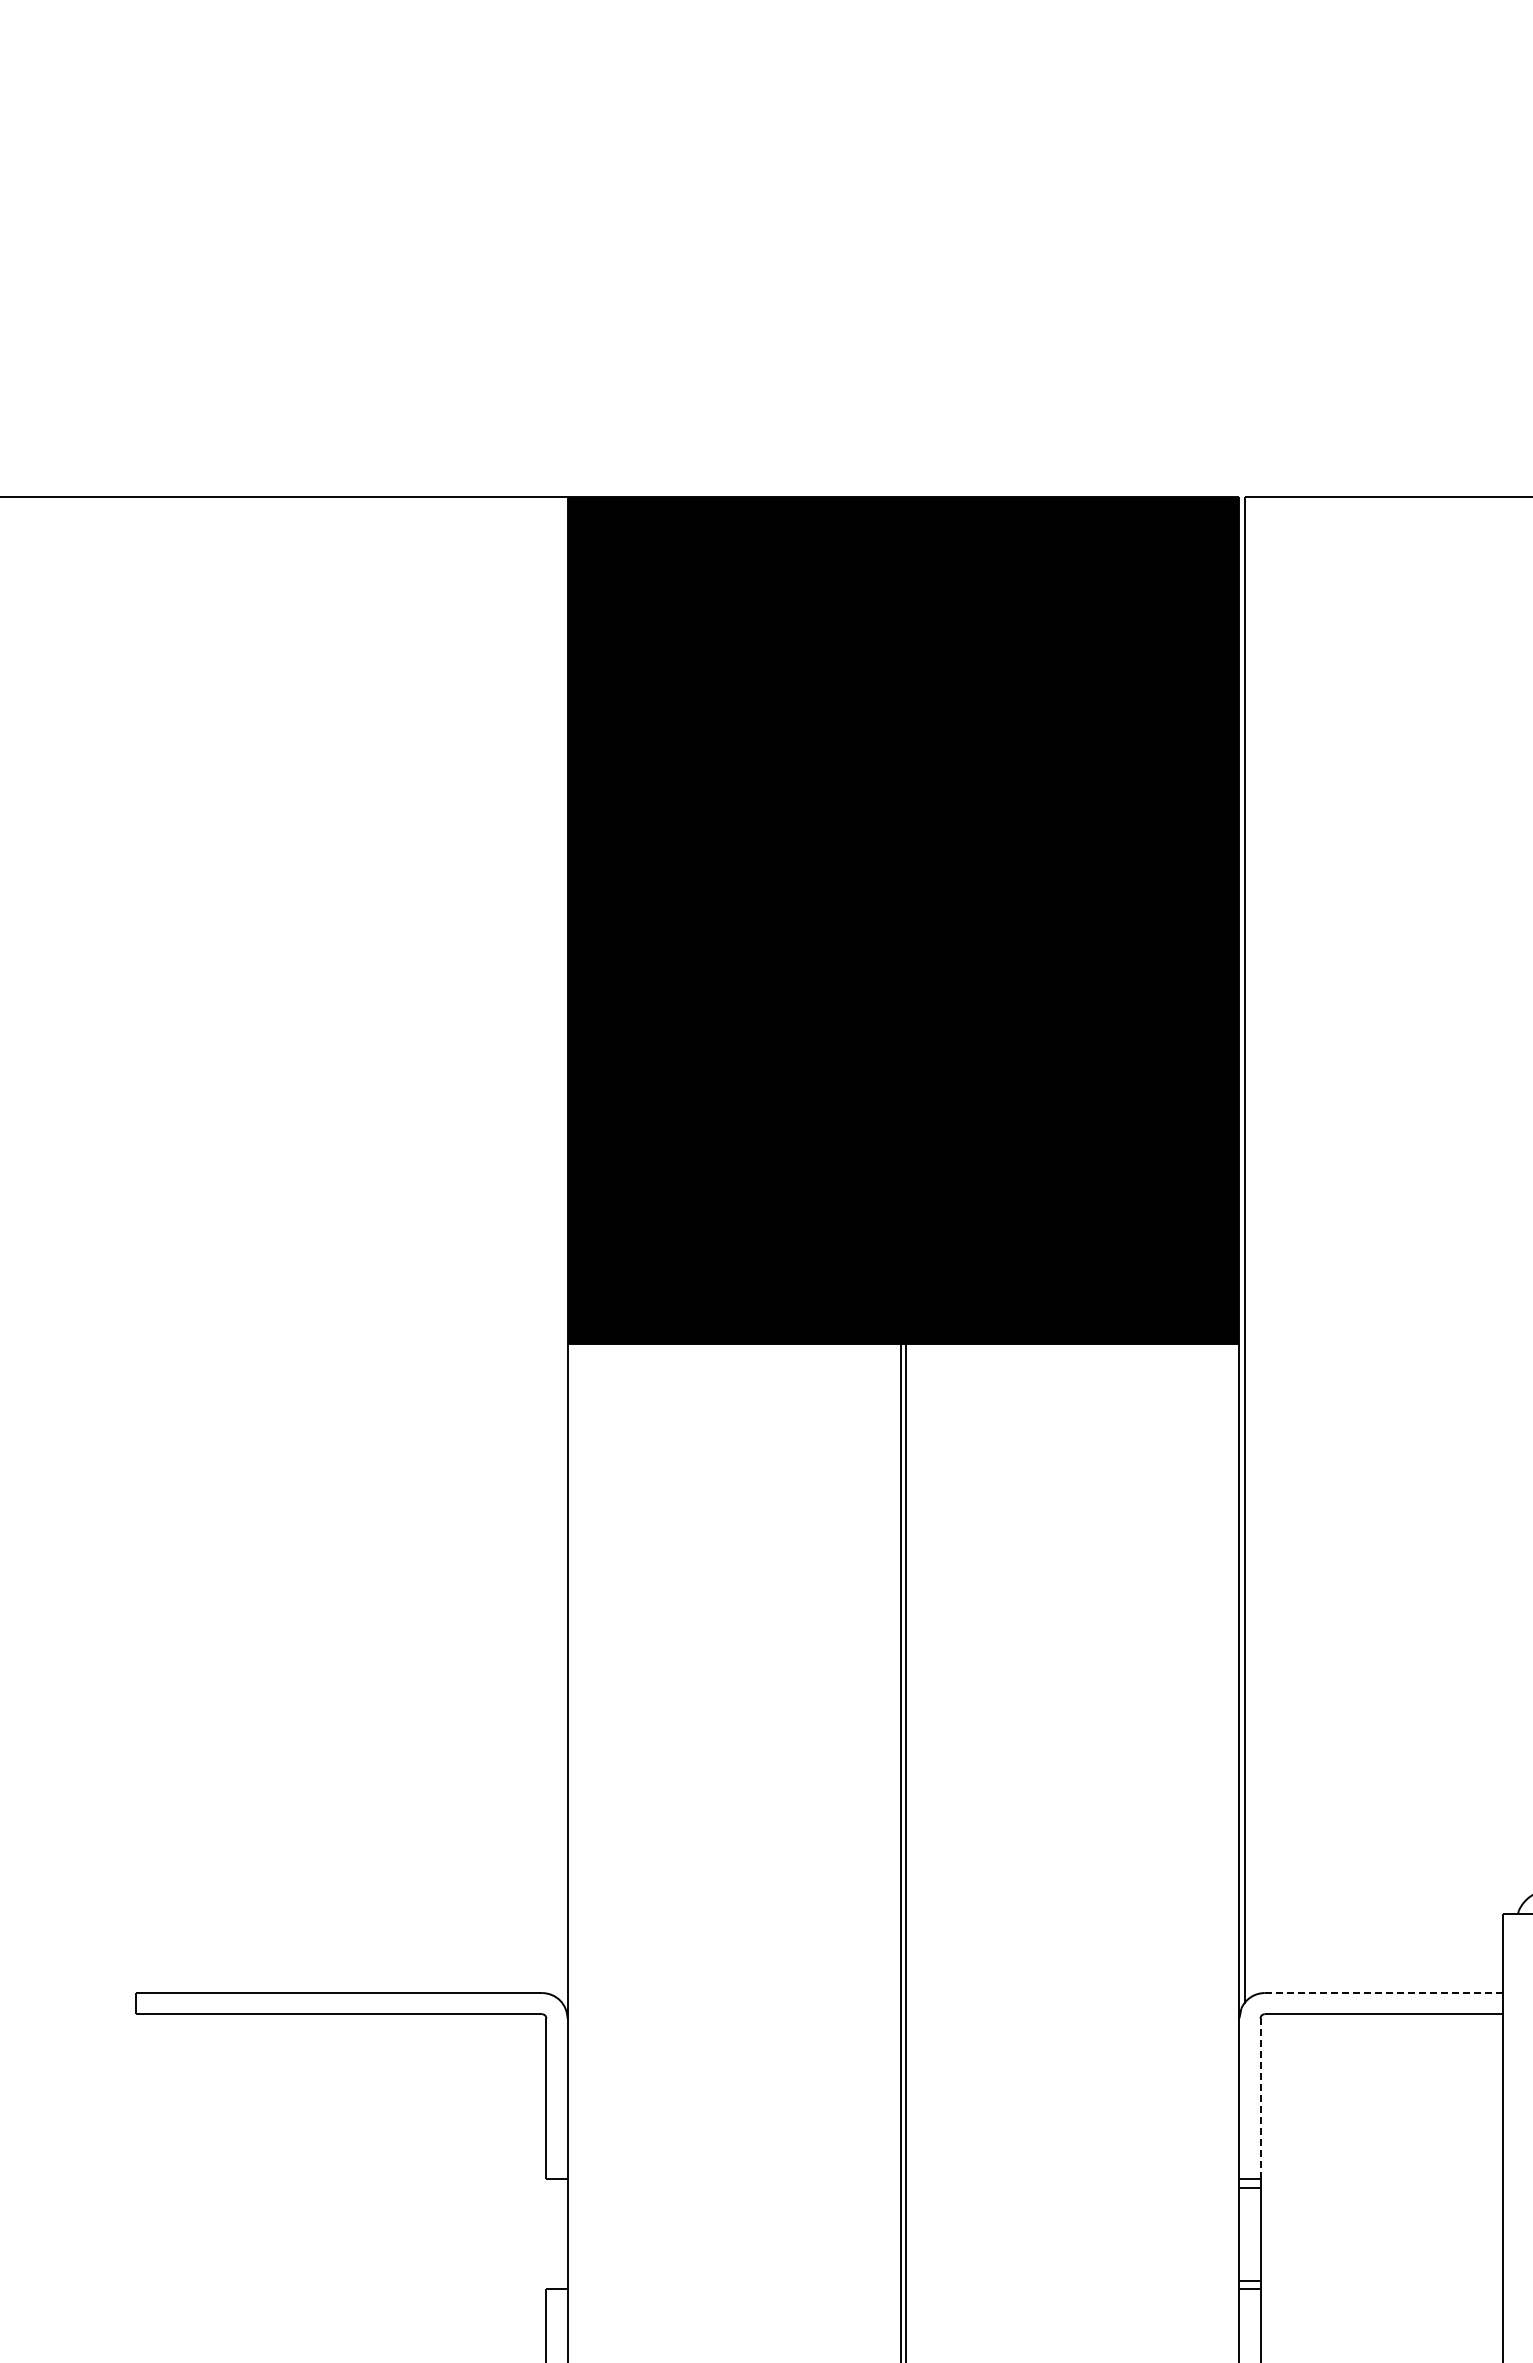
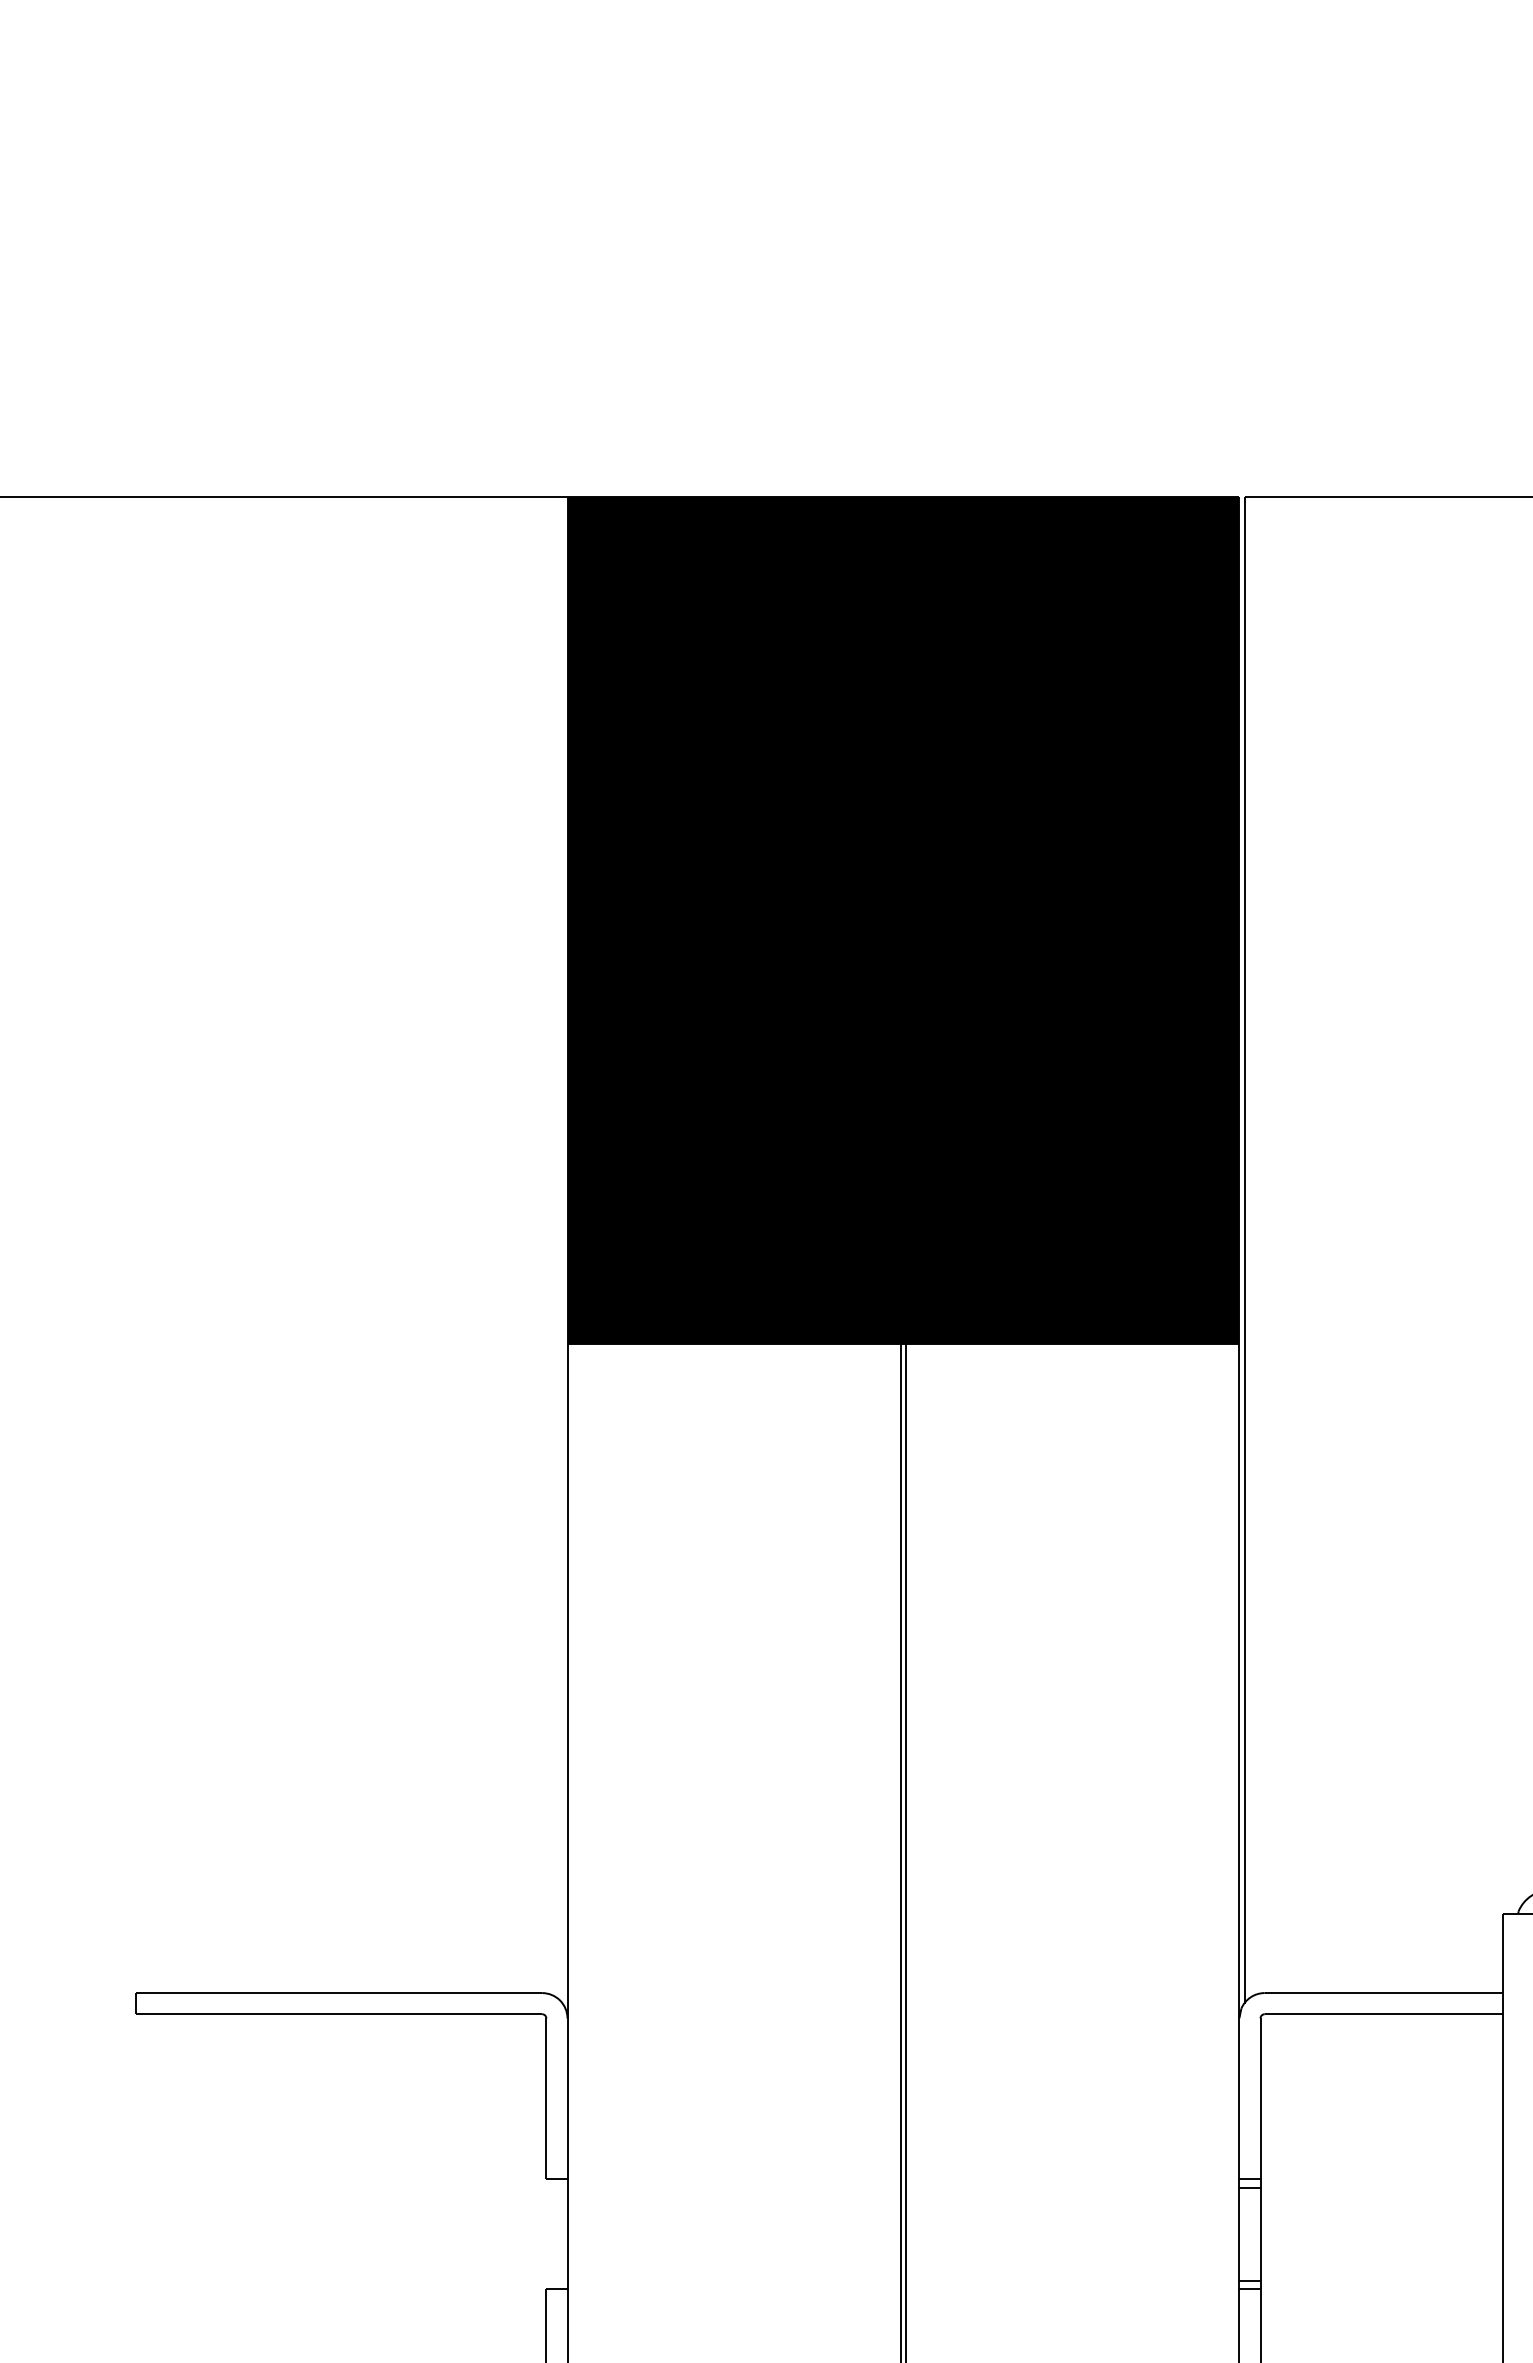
line at (1383, 1993): dashed -> solid
line at (1260, 2098): dashed -> solid
